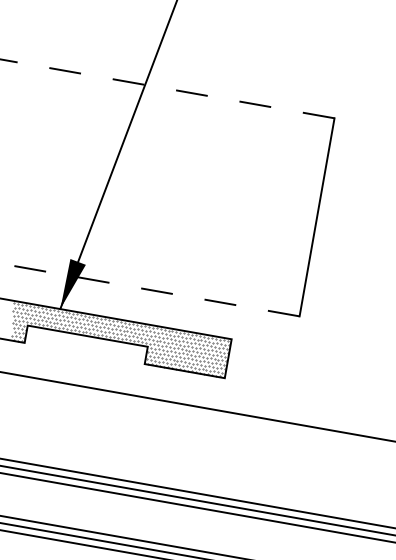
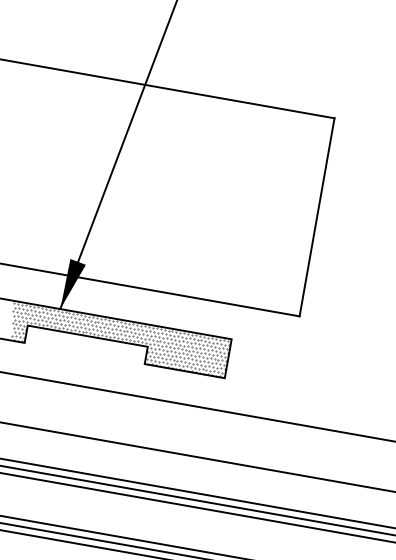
line at (167, 88): dashed -> solid
line at (149, 289): dashed -> solid
line at (197, 456): none -> present
